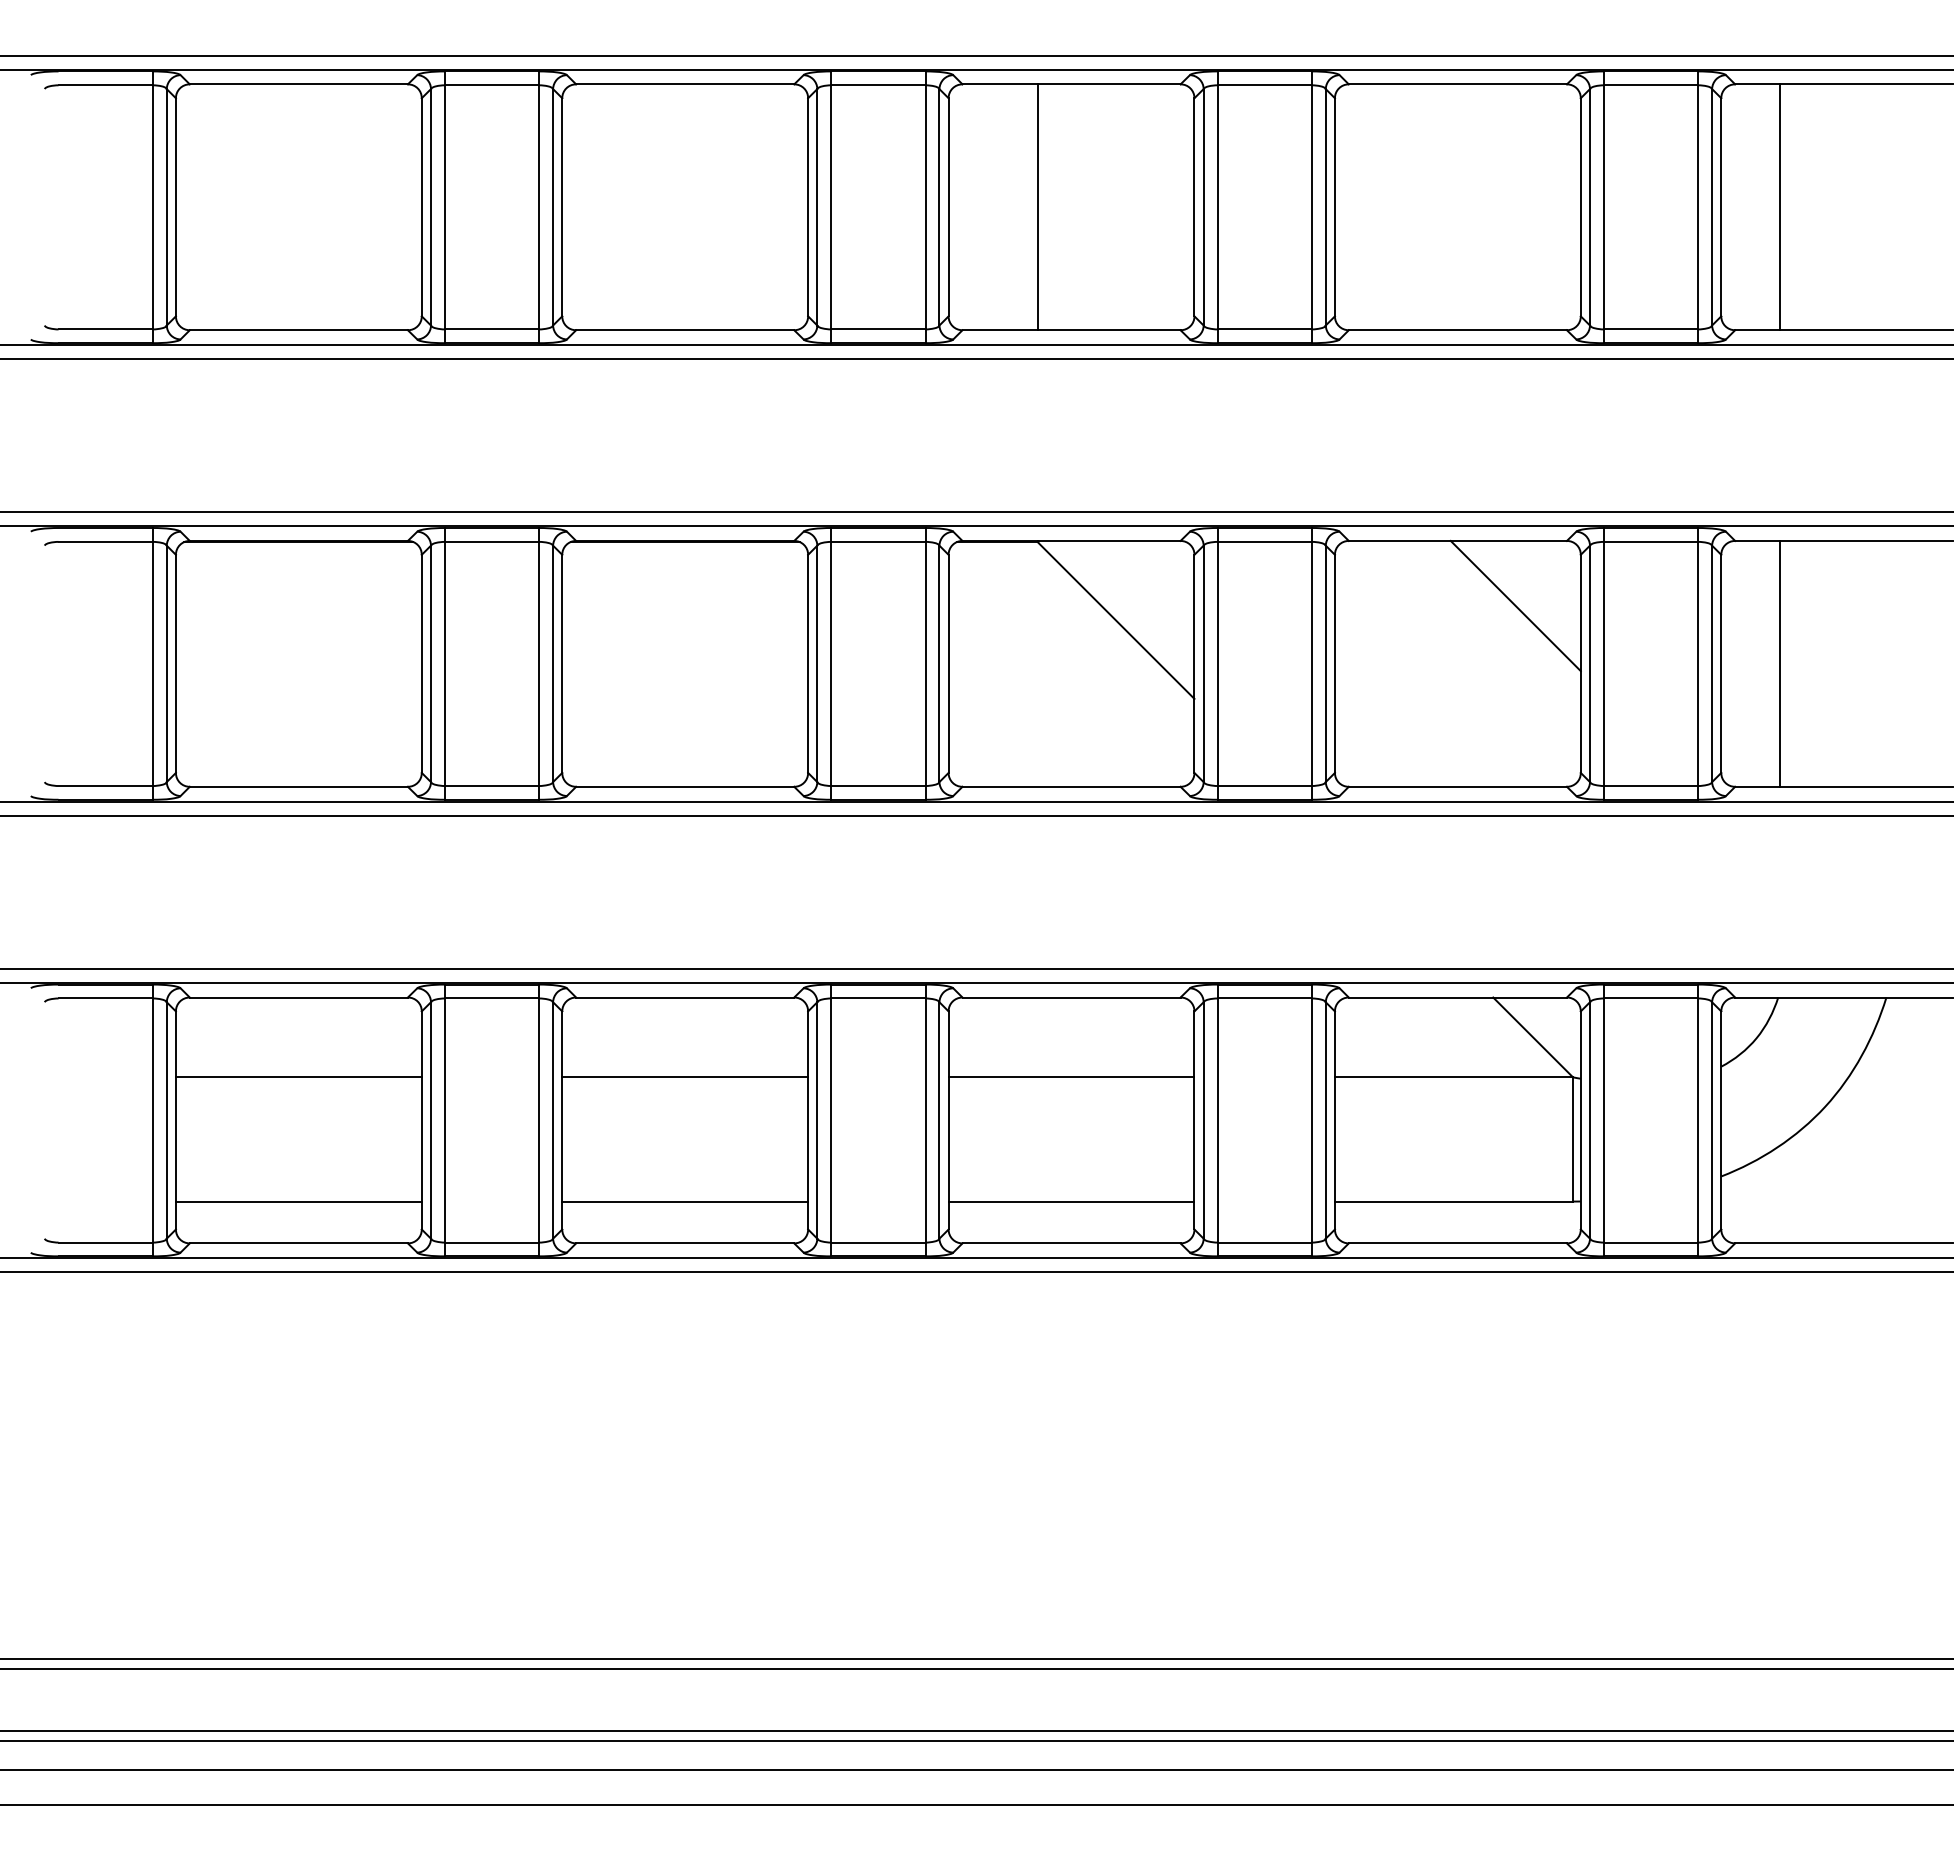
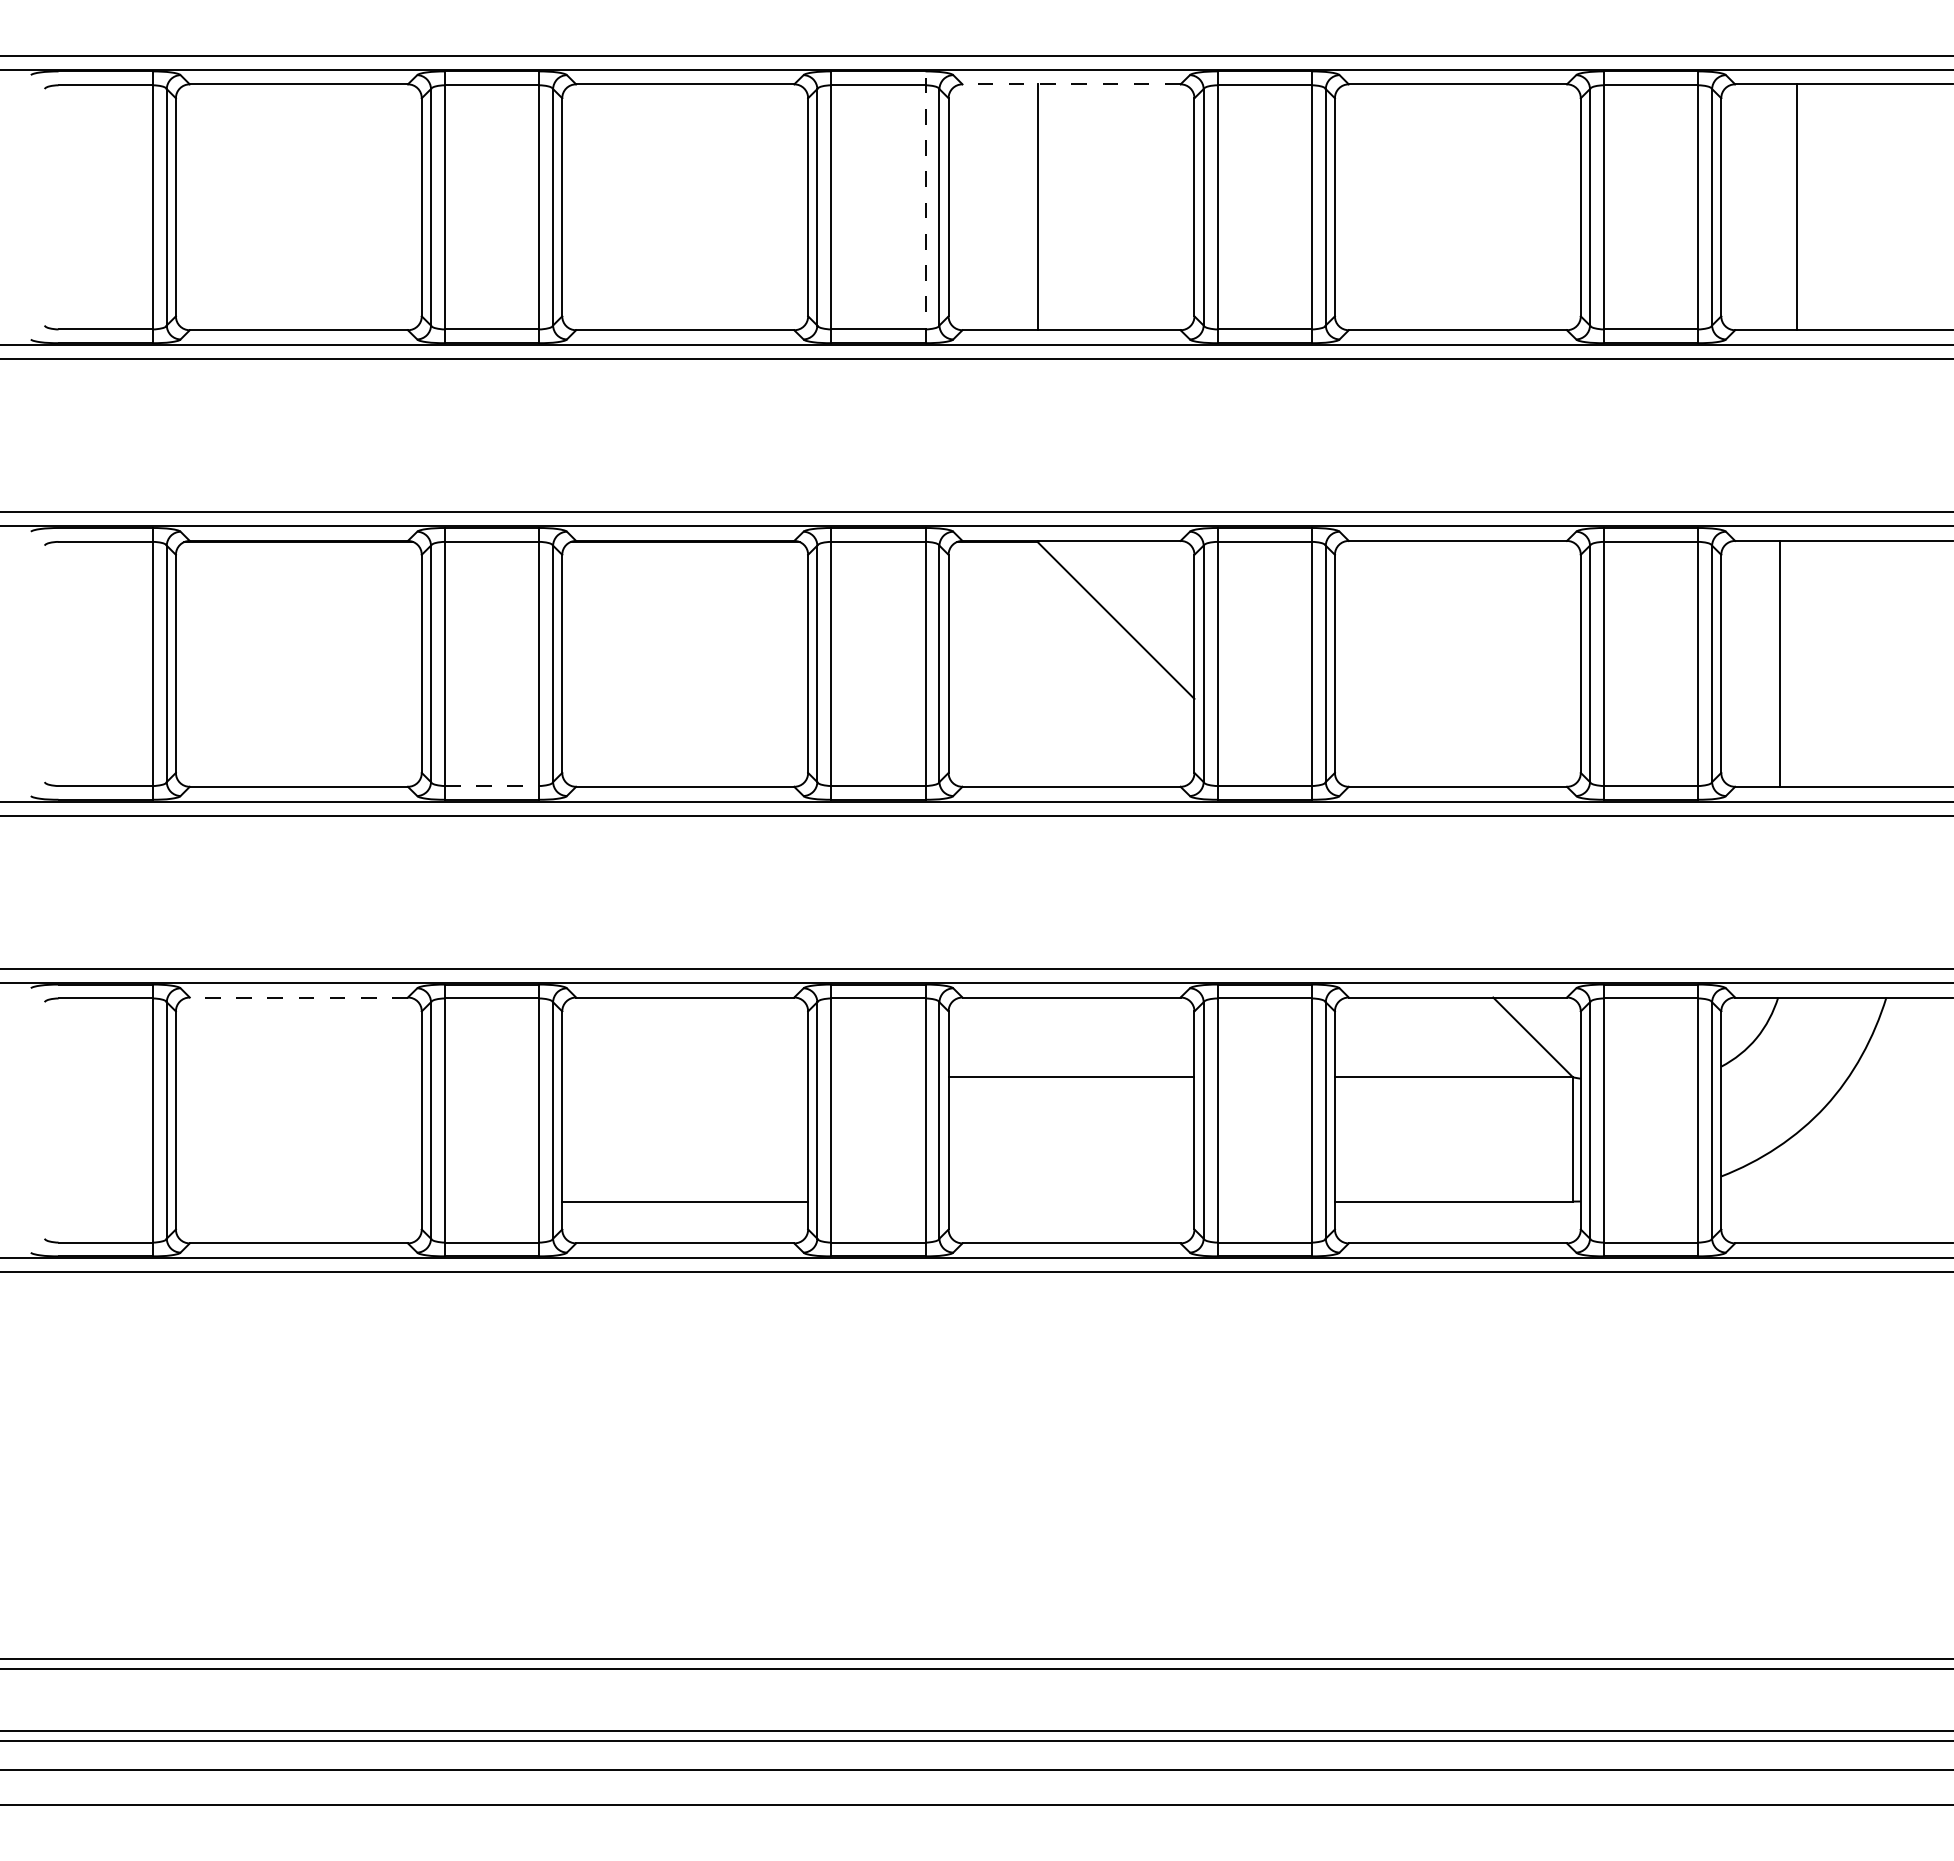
line at (1071, 84): solid -> dashed
line at (925, 207): solid -> dashed
line at (1779, 207) position: (1779, 207) -> (1796, 207)
line at (1515, 605): present -> none
line at (492, 786): solid -> dashed
line at (298, 997): solid -> dashed
line at (298, 1077): present -> none
line at (685, 1077): present -> none
line at (298, 1201): present -> none
line at (1071, 1201): present -> none
